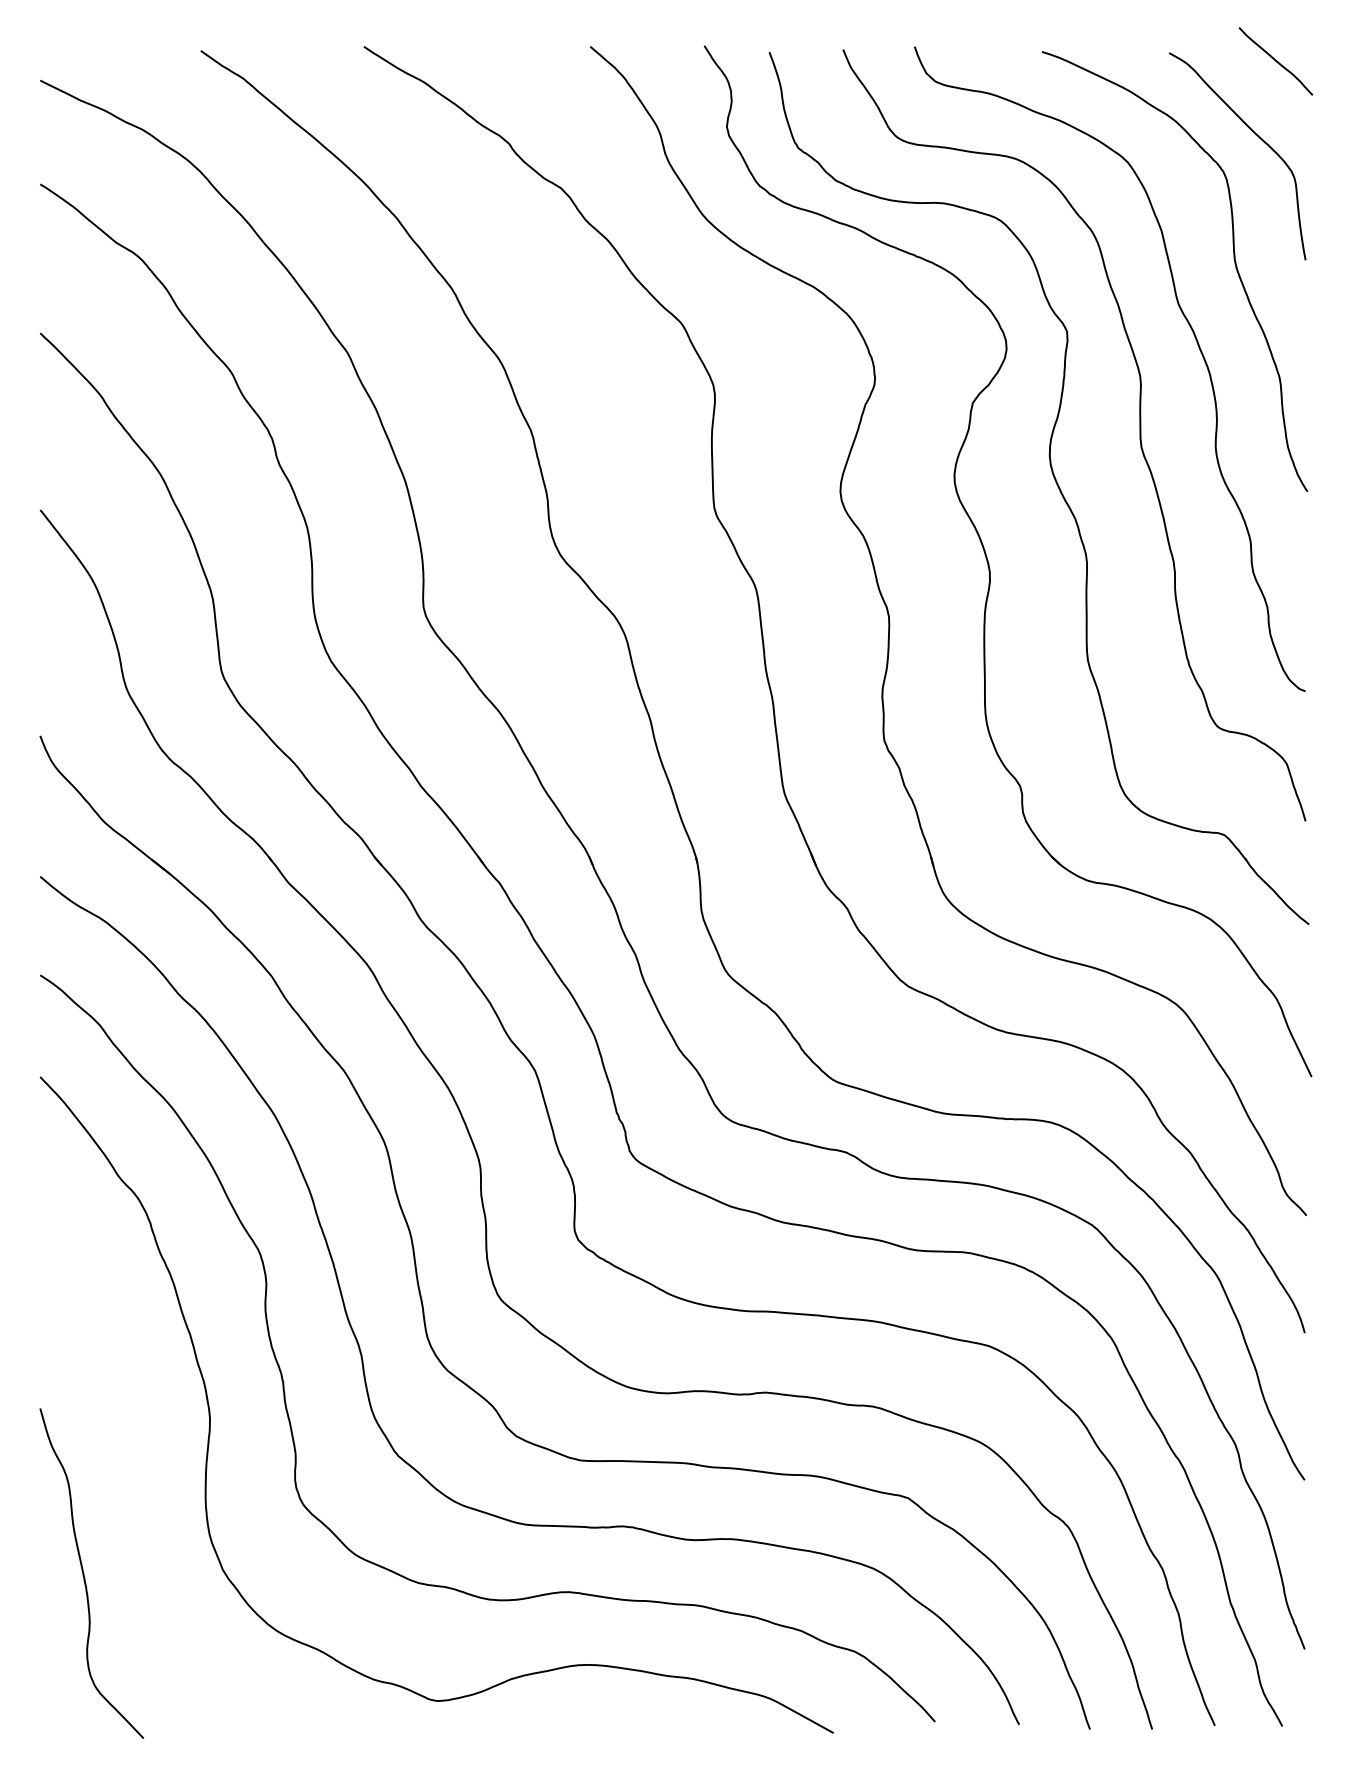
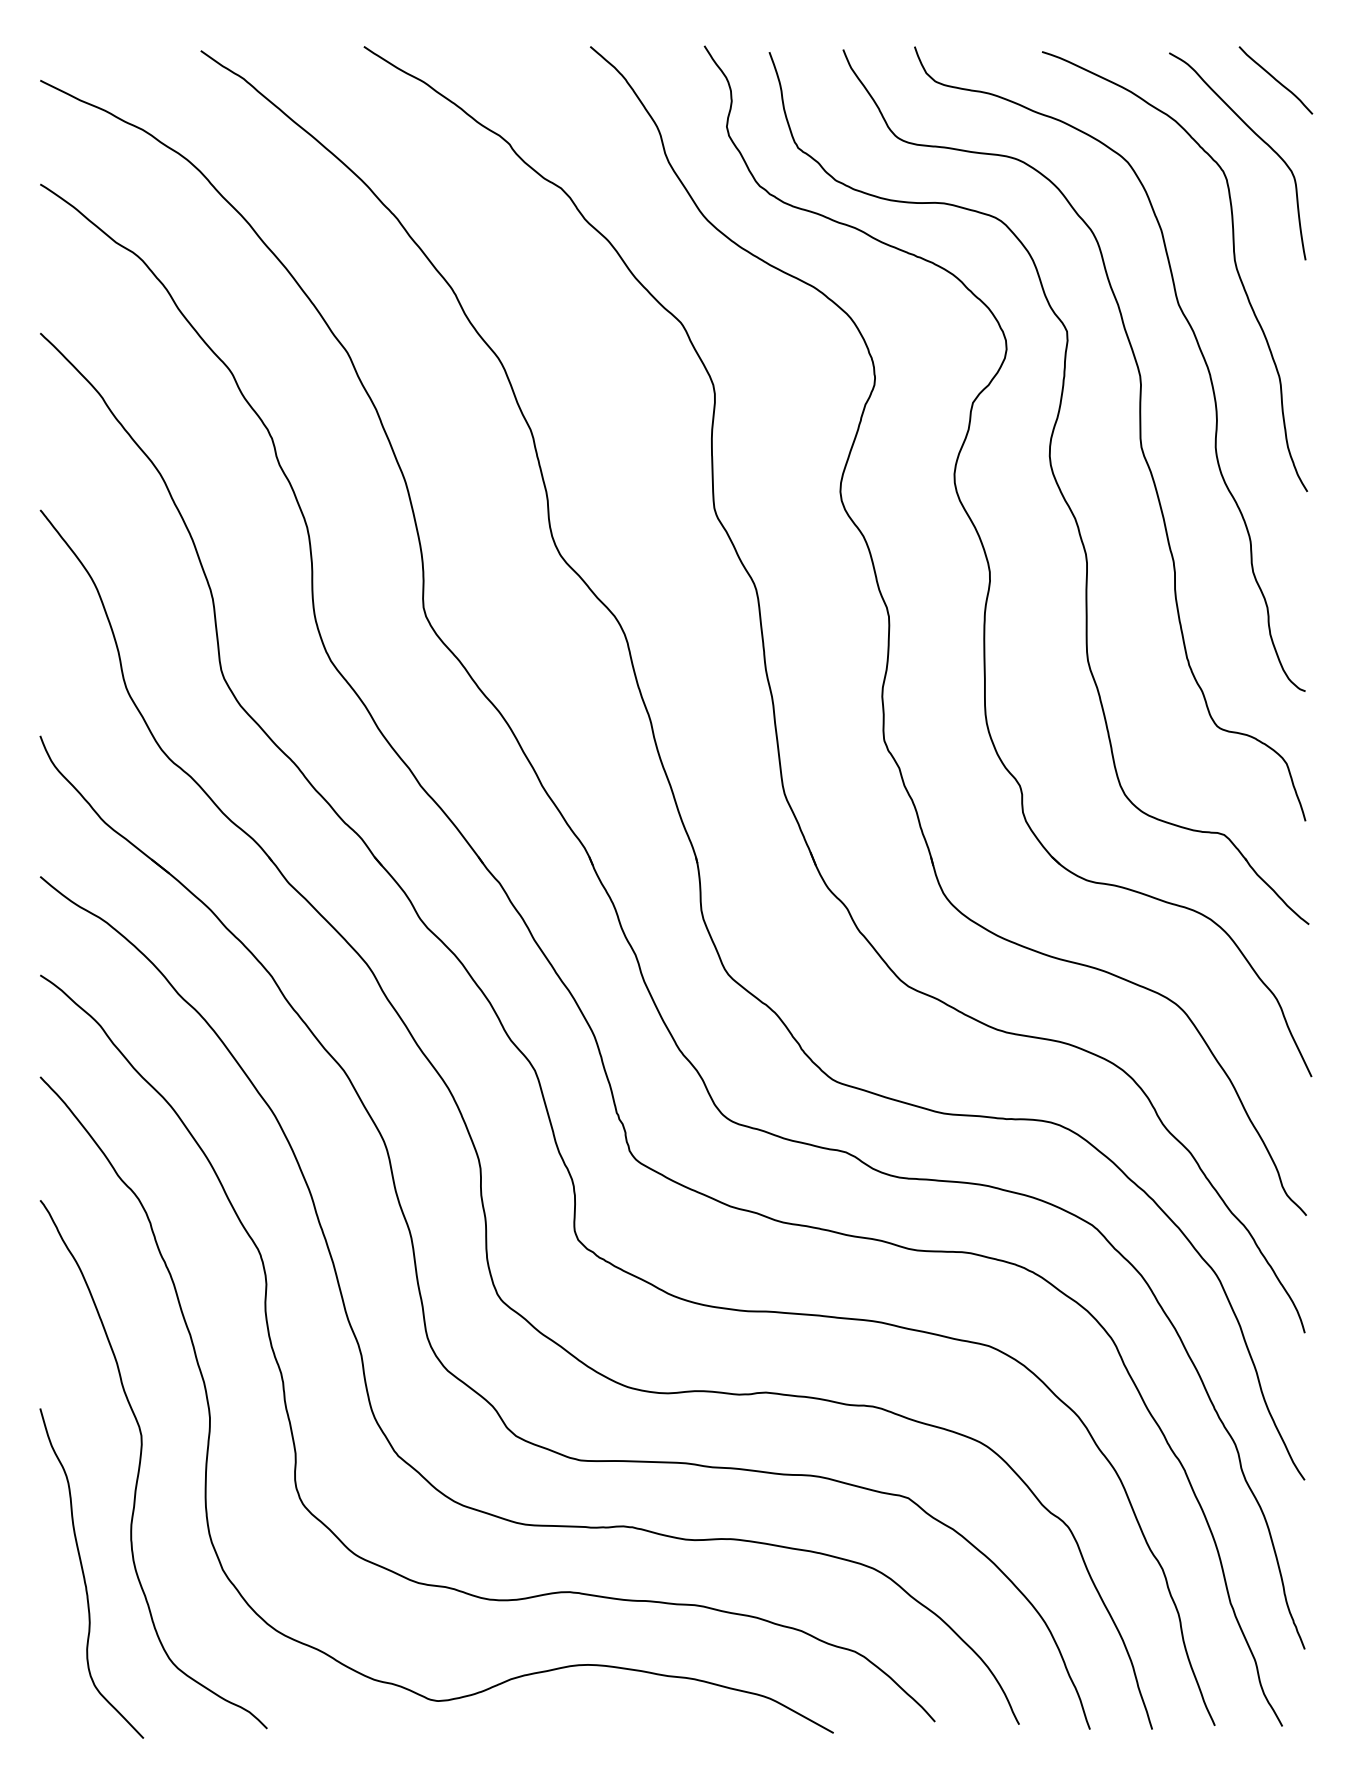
curve at (1275, 61) position: (1275, 61) -> (1275, 80)
curve at (141, 1461): none -> present
